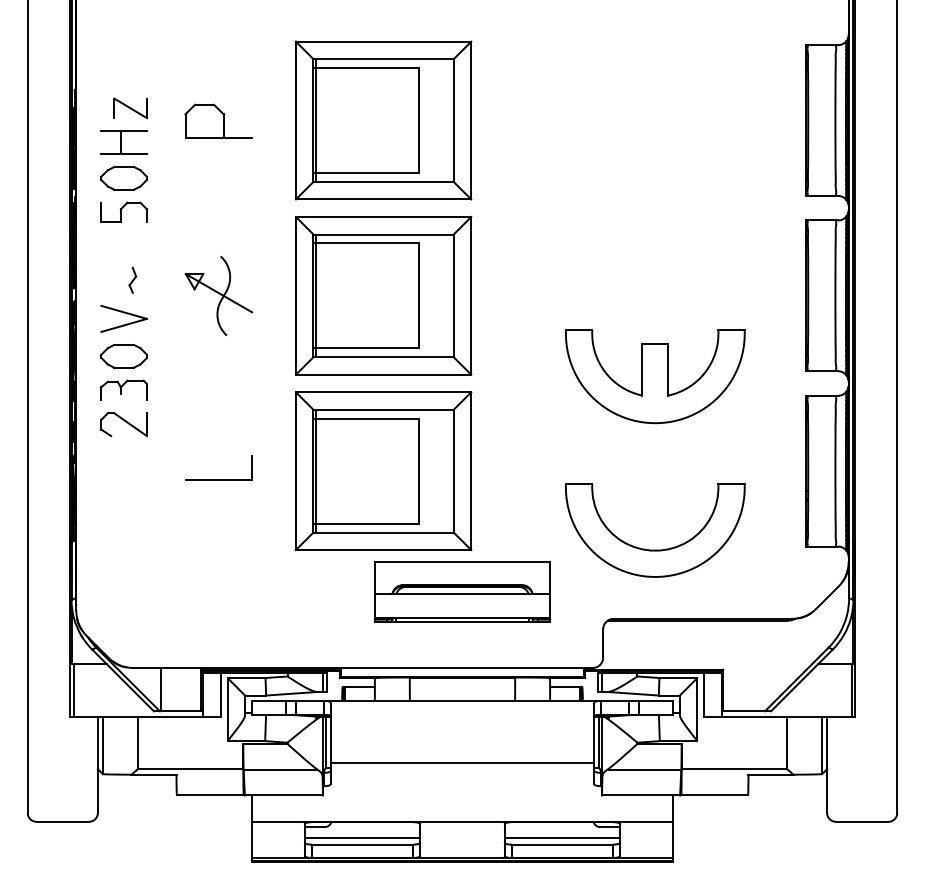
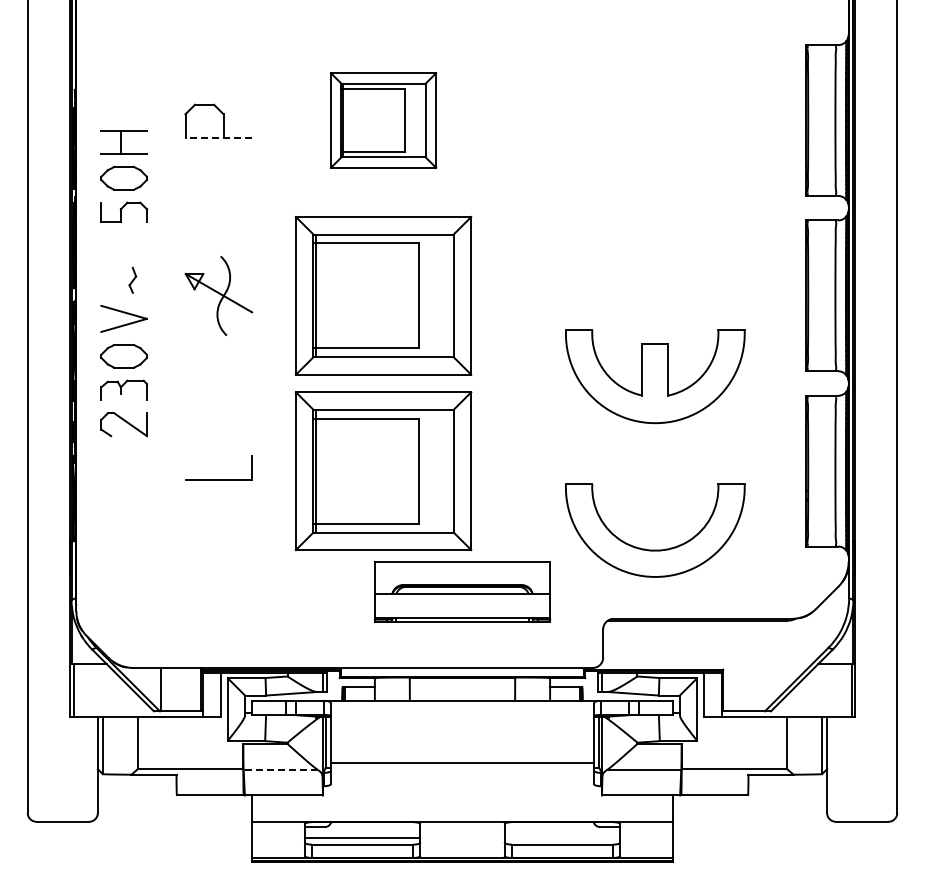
part at (130, 108): present -> none
part at (383, 120) size: 179x161 px -> 109x97 px
line at (218, 138): solid -> dashed
line at (280, 770): solid -> dashed
line at (562, 837): present -> none
